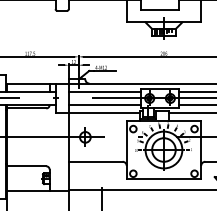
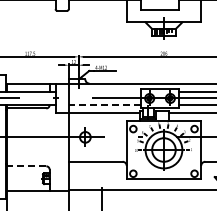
line at (104, 92): present -> none
line at (104, 104): solid -> dashed
line at (26, 166): solid -> dashed
